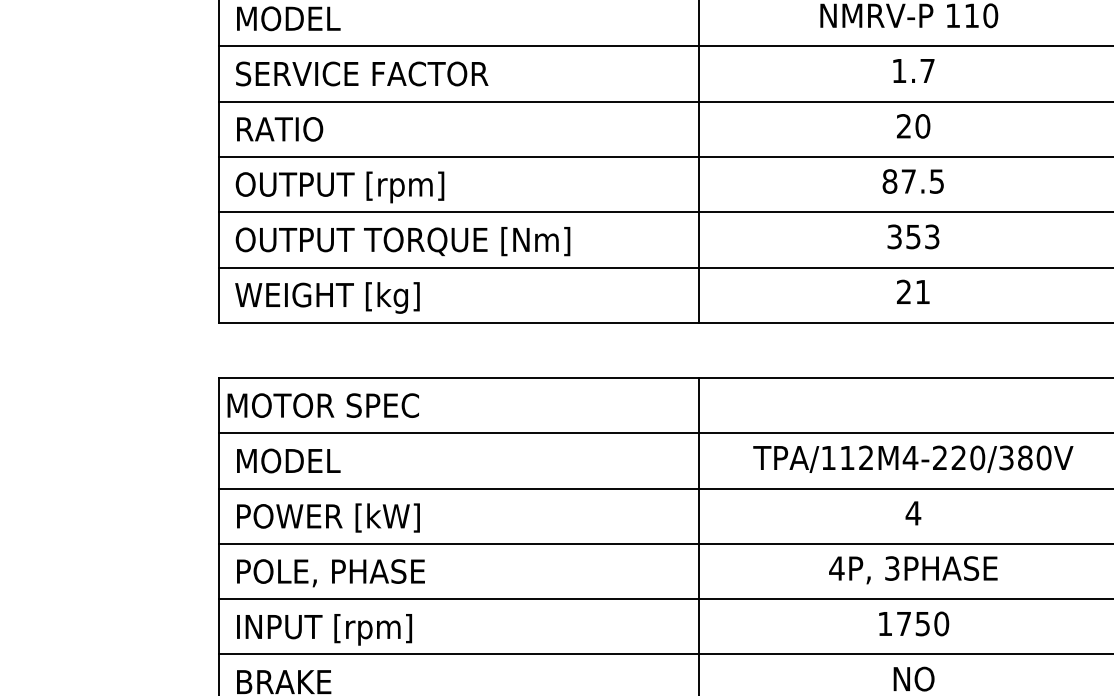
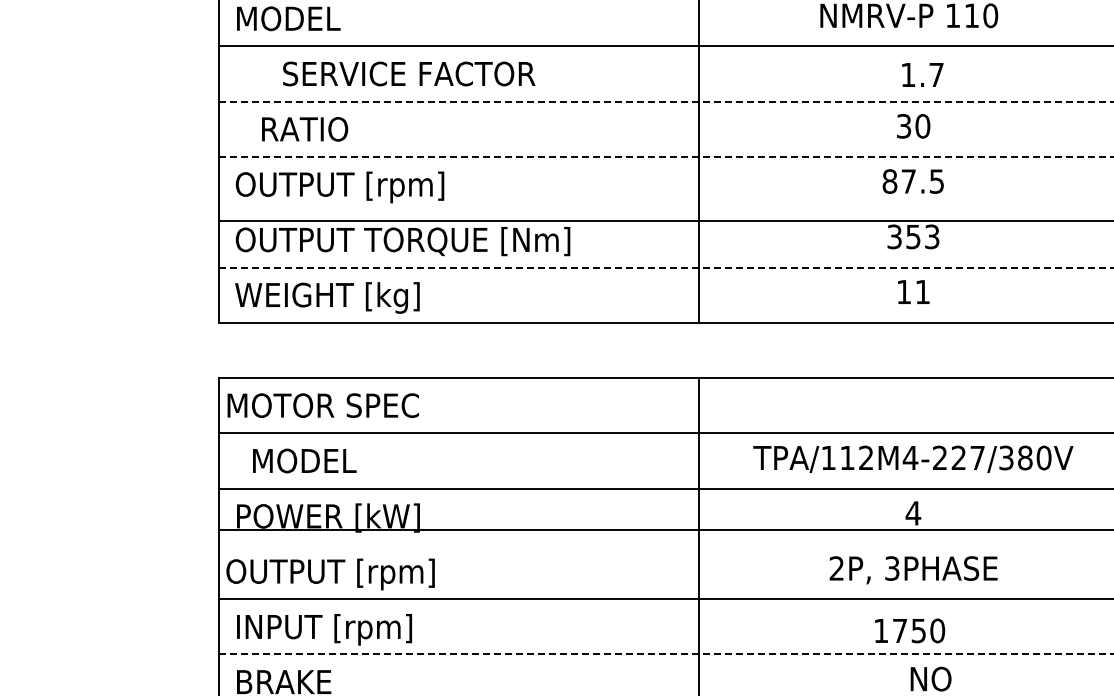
text at (913, 70) position: (913, 70) -> (922, 74)
text at (362, 73) position: (362, 73) -> (409, 73)
line at (666, 101): solid -> dashed
text at (904, 126): 20 -> 30
text at (280, 129) position: (280, 129) -> (305, 129)
line at (666, 156): solid -> dashed
line at (664, 212) position: (664, 212) -> (664, 221)
line at (666, 267): solid -> dashed
text at (903, 291): 21 -> 11
text at (977, 457): TPA/112M4-220/380V -> TPA/112M4-227/380V
text at (288, 460) position: (288, 460) -> (304, 460)
line at (664, 543) position: (664, 543) -> (664, 529)
text at (836, 568): 4P, -> 2P,
text at (330, 574): POLE, PHASE -> OUTPUT [rpm]
text at (914, 623) position: (914, 623) -> (910, 630)
line at (666, 654): solid -> dashed
text at (913, 678) position: (913, 678) -> (930, 678)
